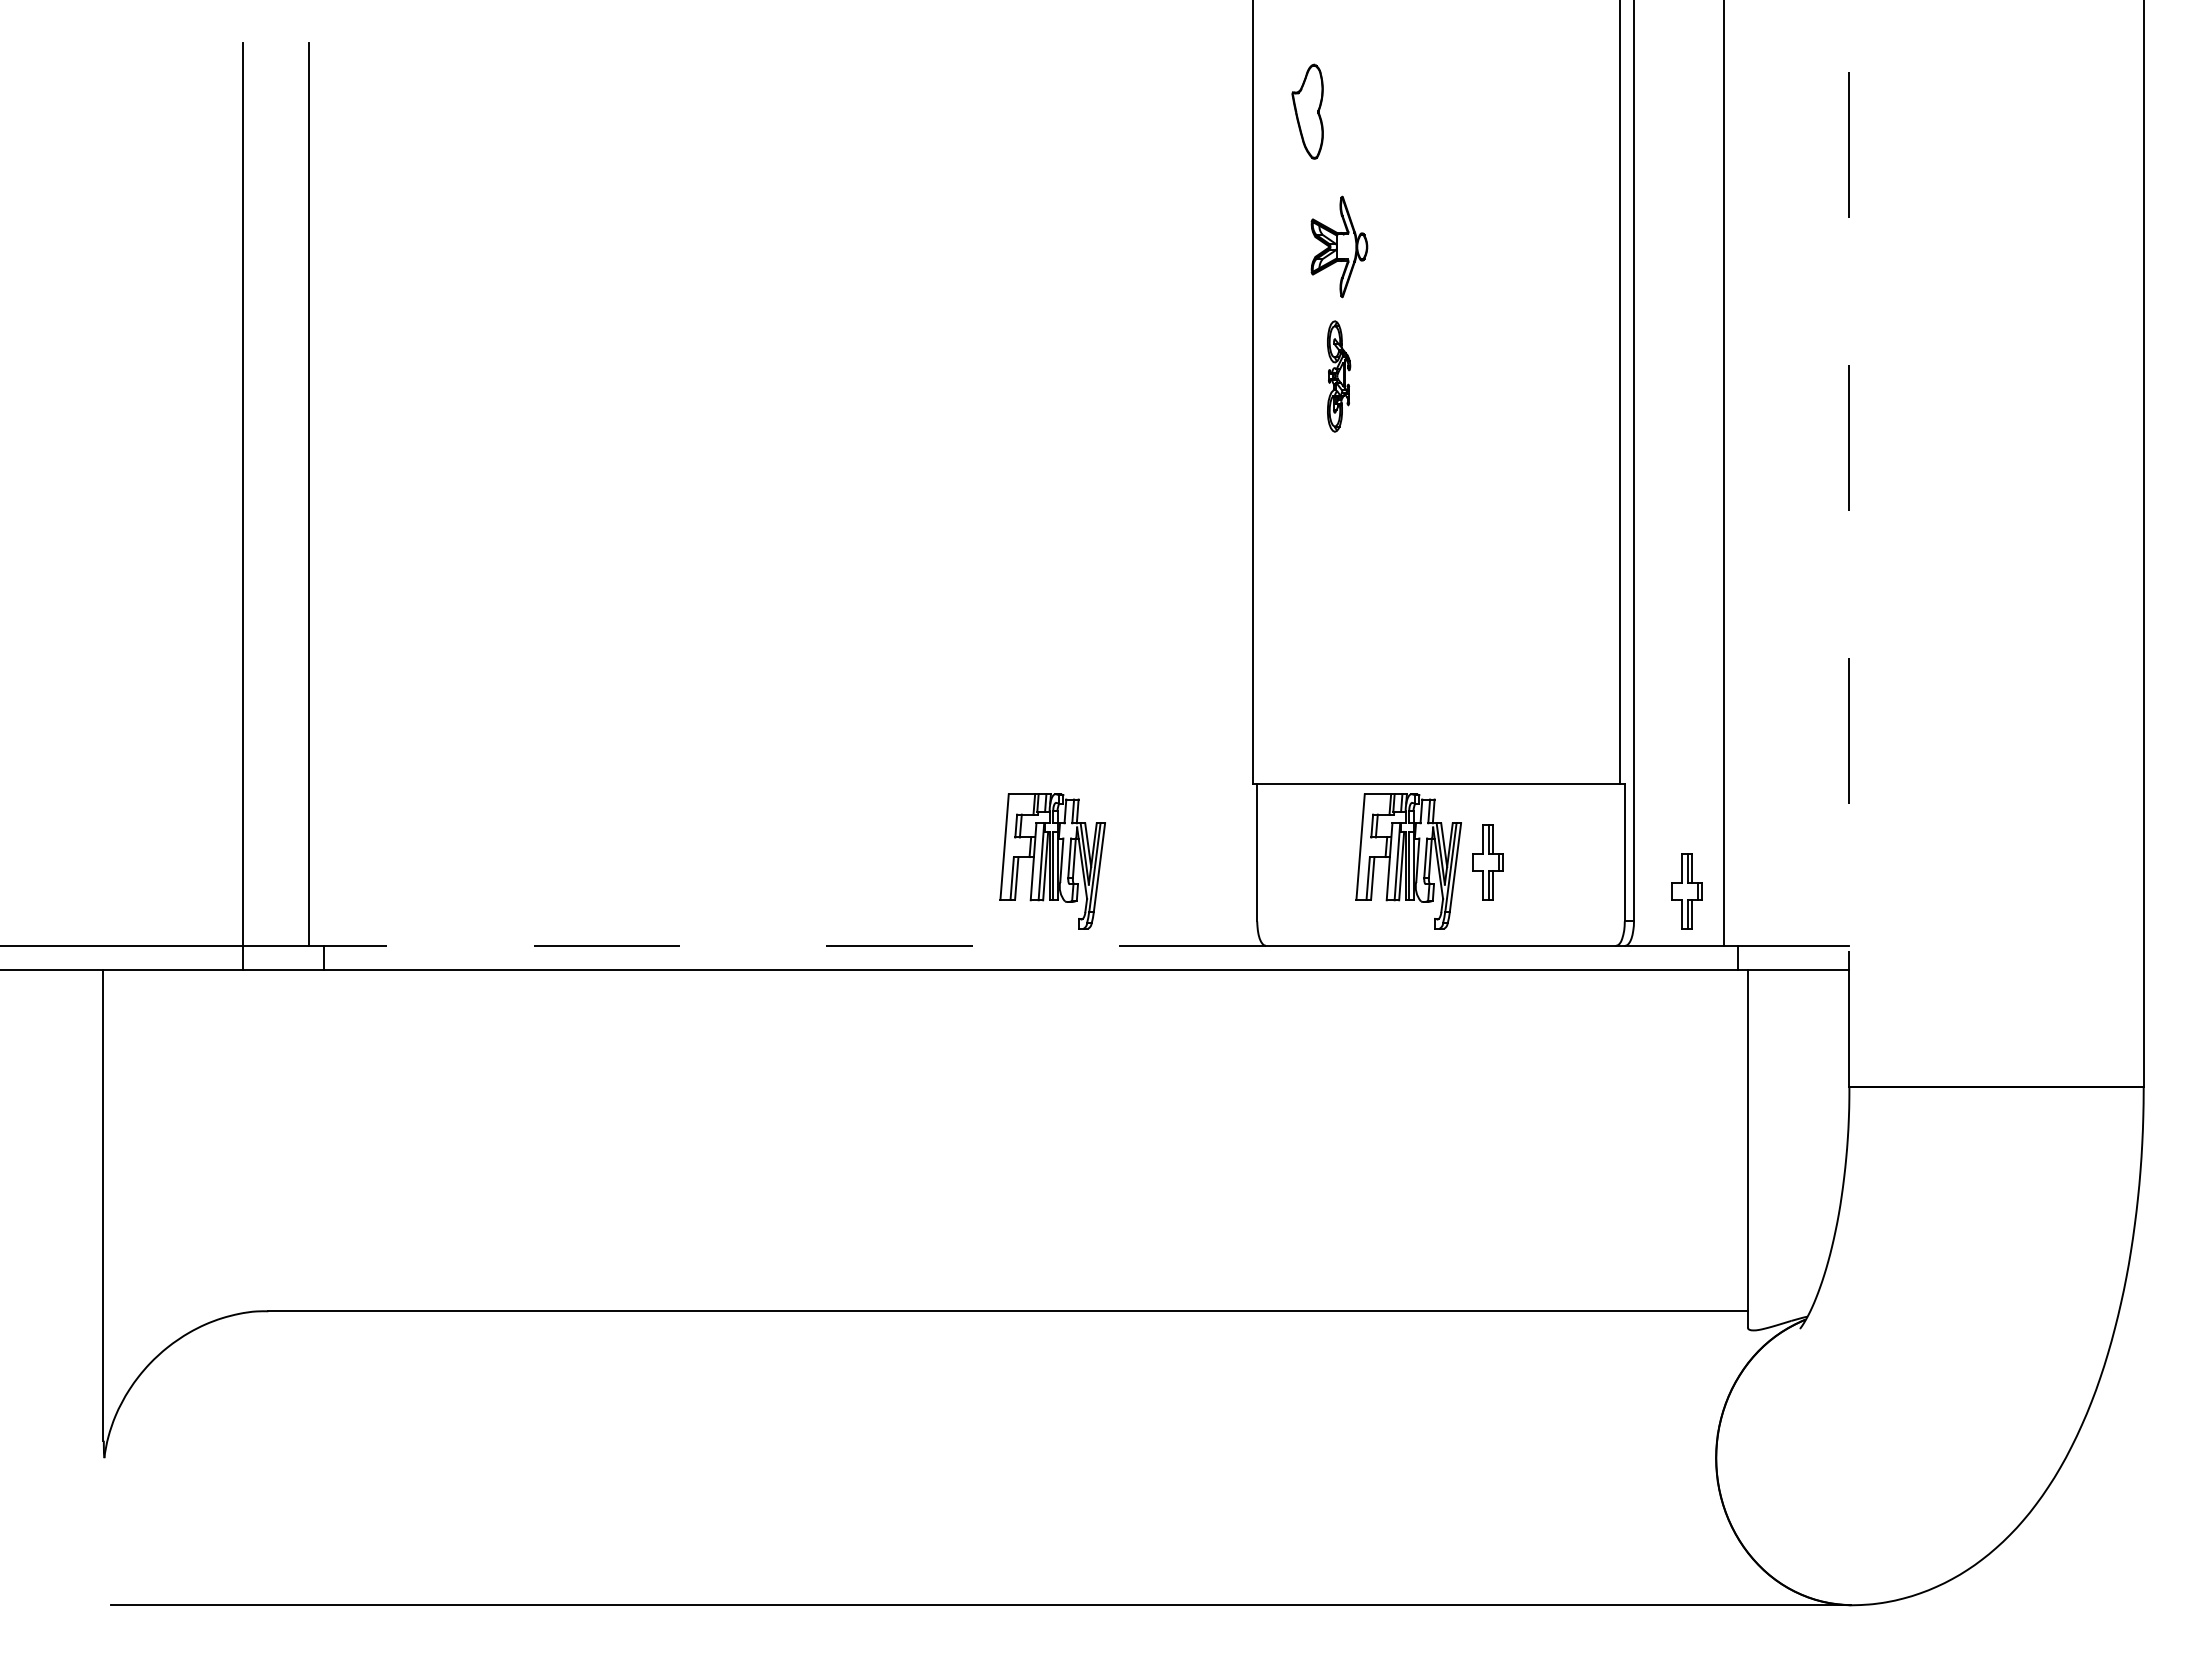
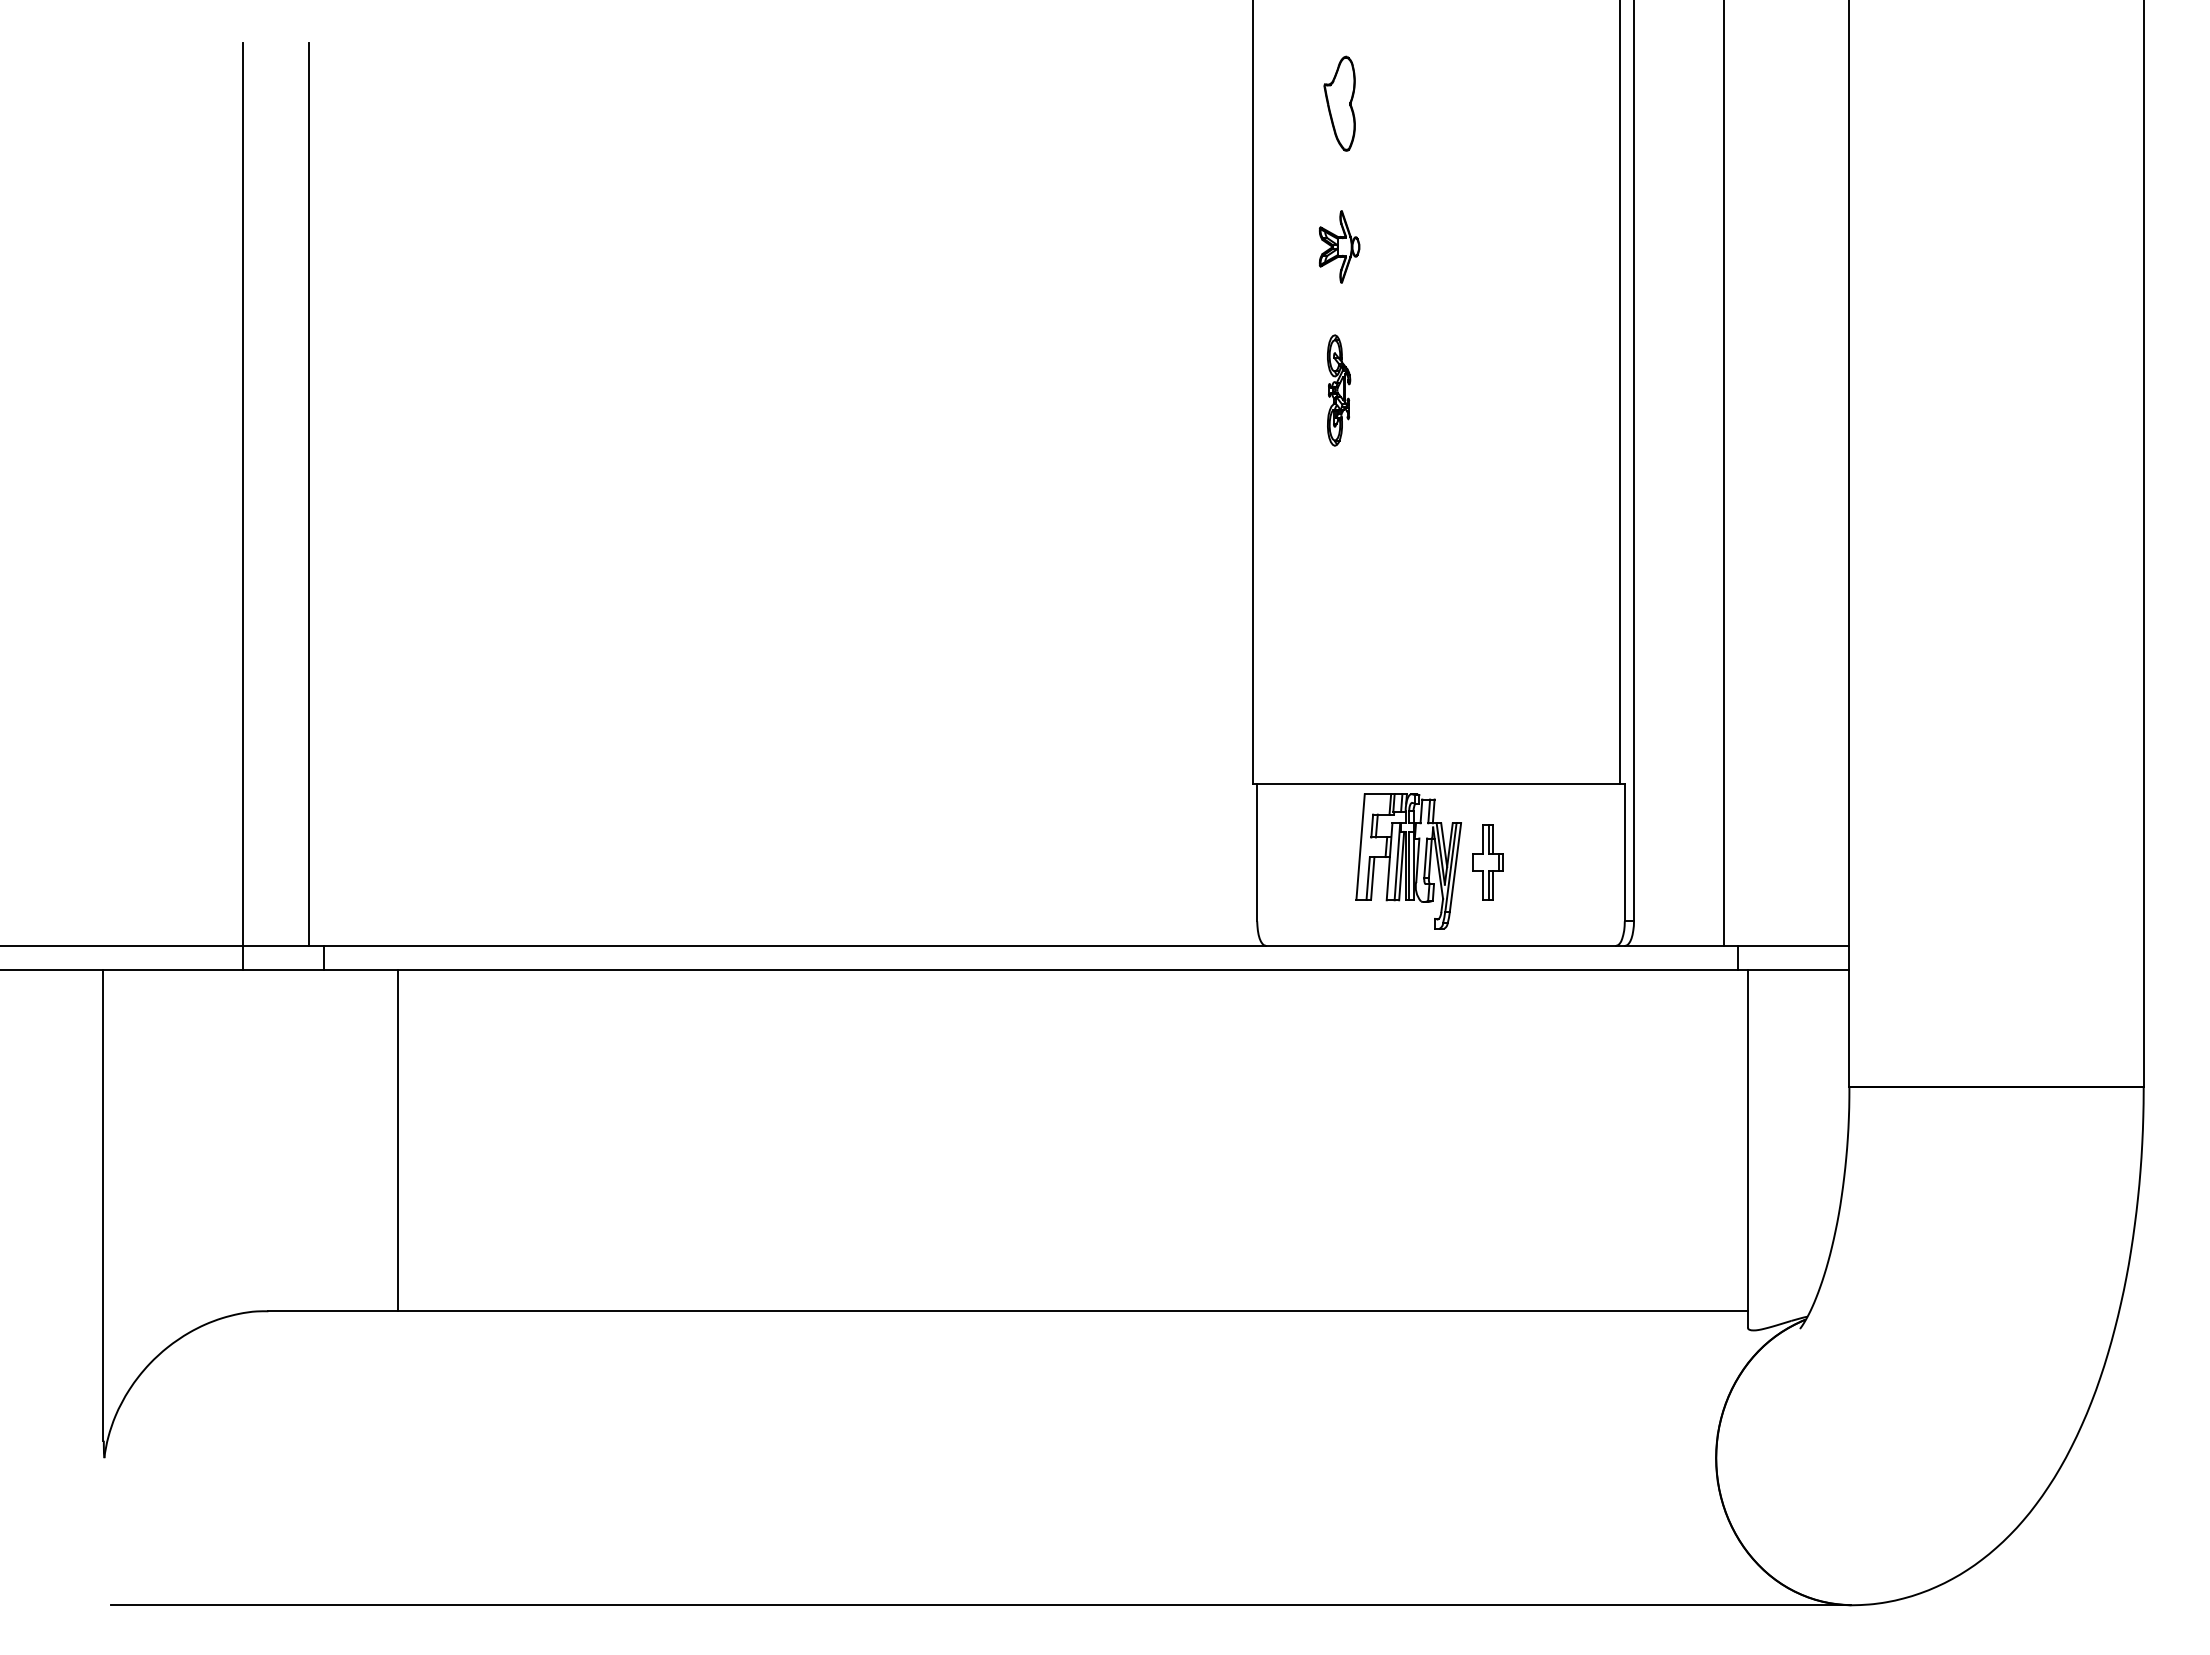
part at (1307, 111) position: (1307, 111) -> (1339, 103)
part at (1339, 246) size: 59x104 px -> 42x74 px
part at (1339, 376) position: (1339, 376) -> (1339, 390)
line at (1849, 544): dashed -> solid
part at (1052, 861): present -> none
part at (1686, 891): present -> none
line at (786, 945): dashed -> solid
line at (397, 1139): none -> present
